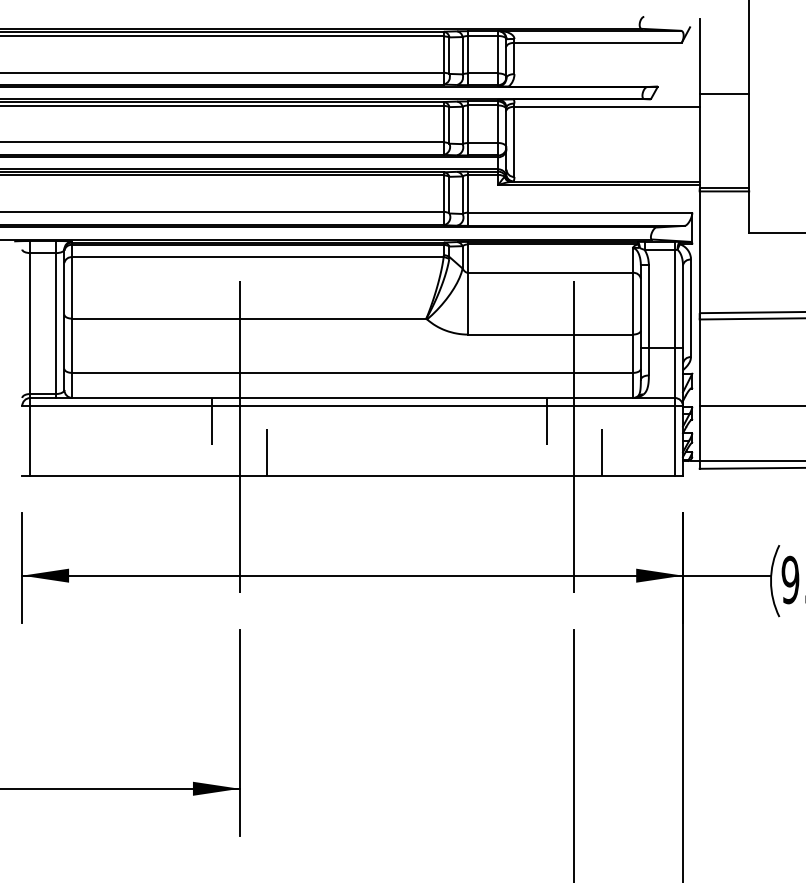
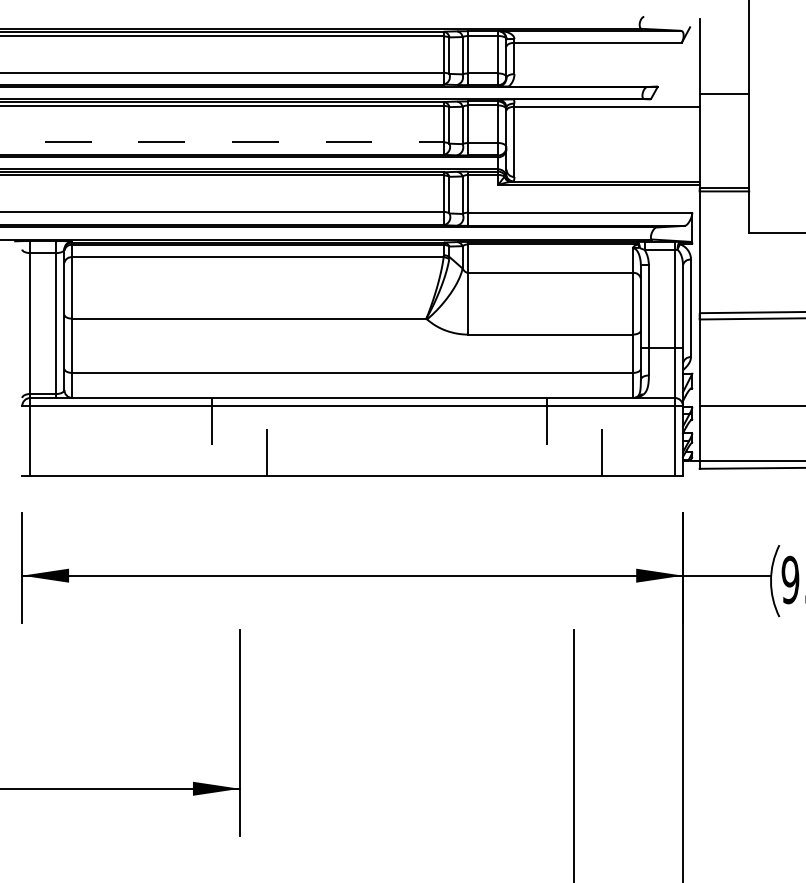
line at (222, 142): solid -> dashed
line at (239, 436): present -> none
line at (574, 436): present -> none
